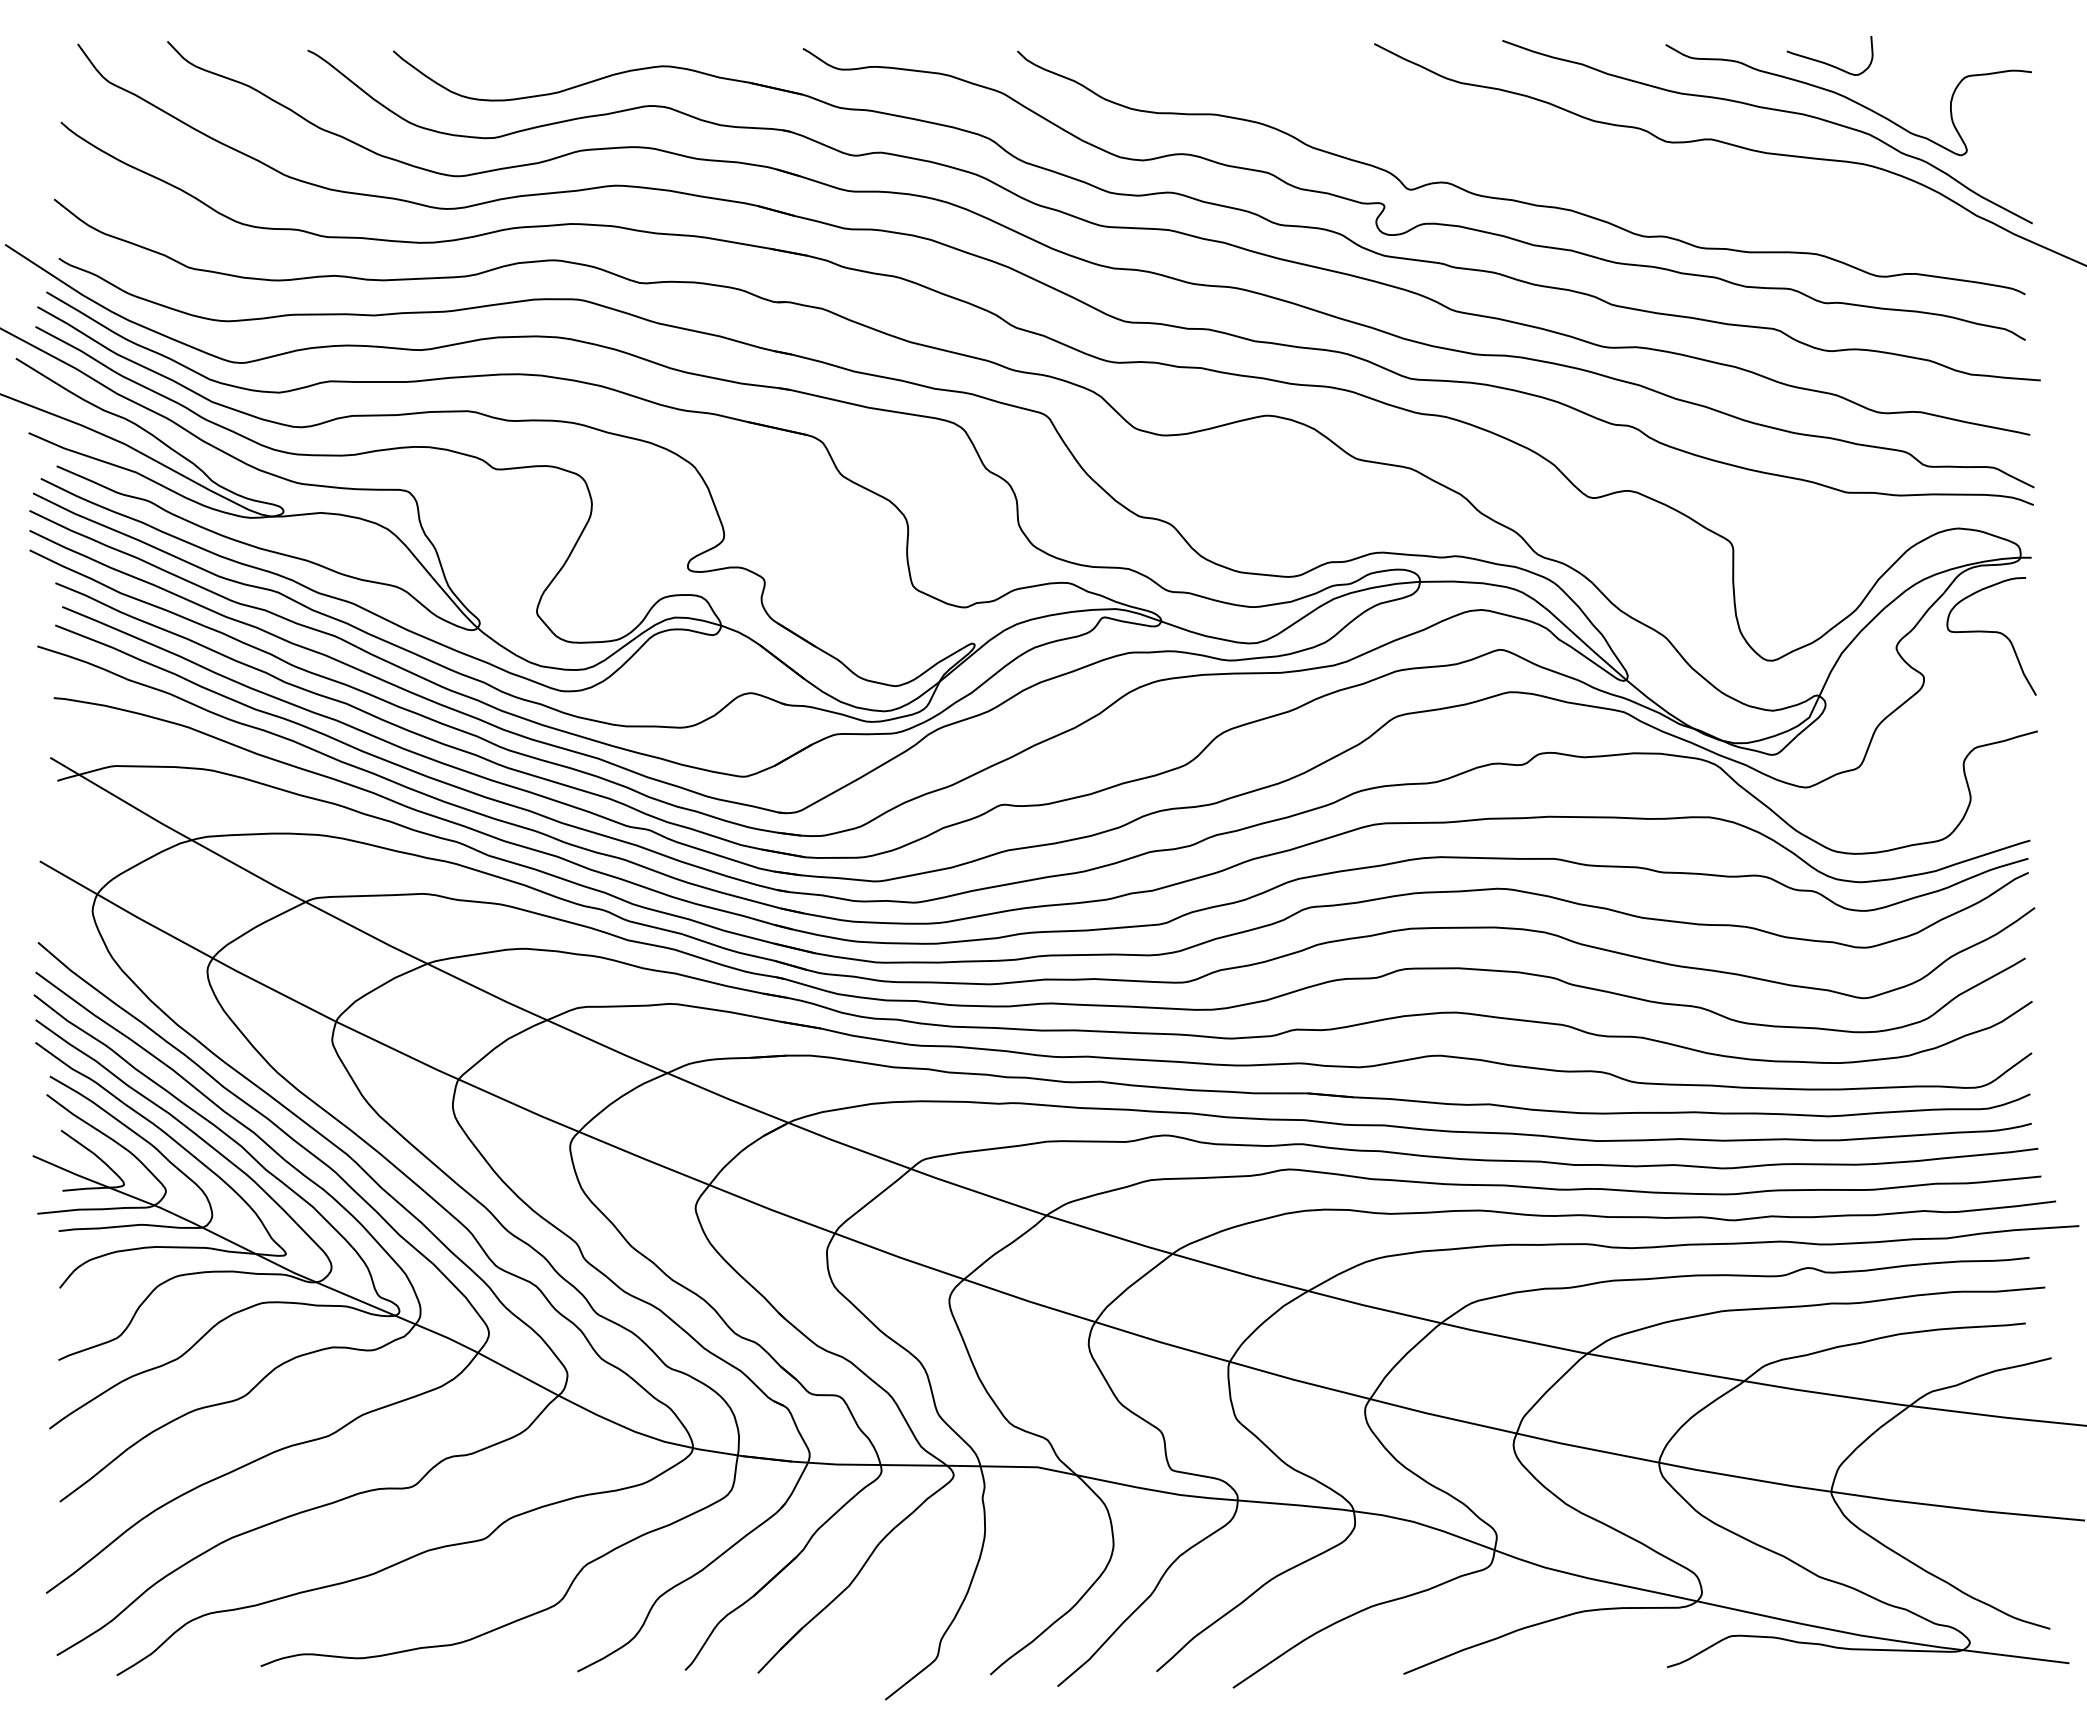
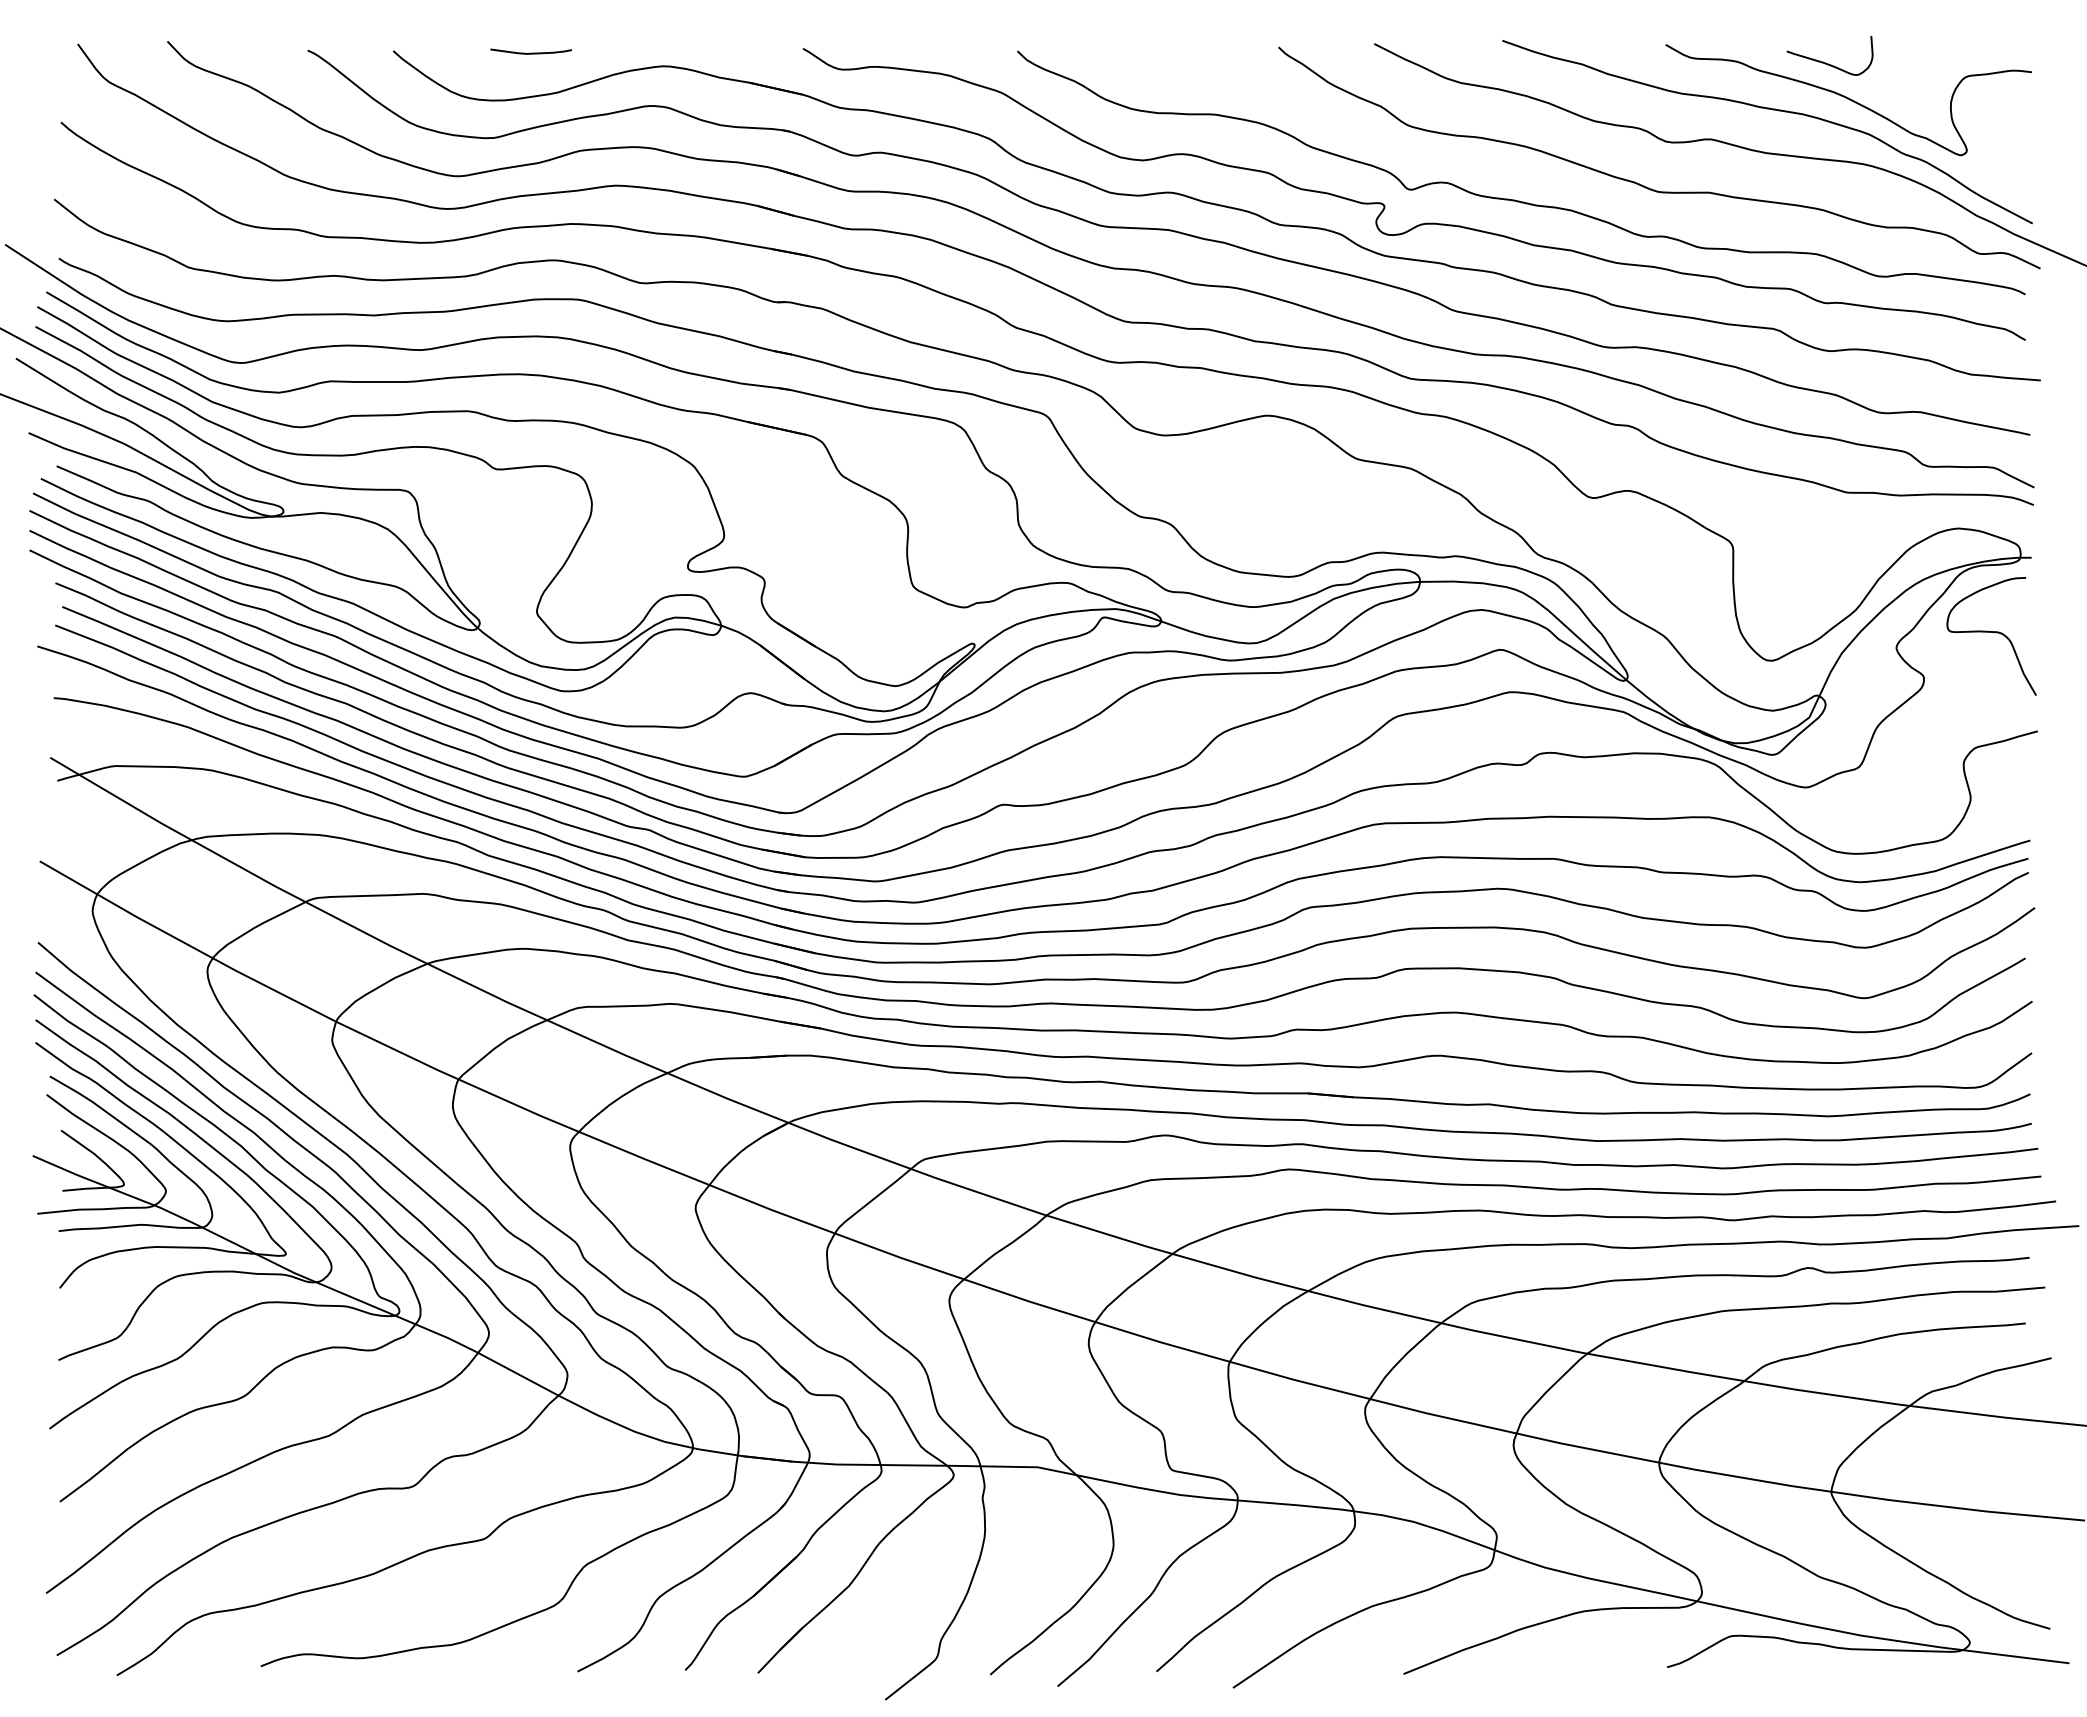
curve at (530, 52): none -> present
curve at (1644, 185): none -> present
